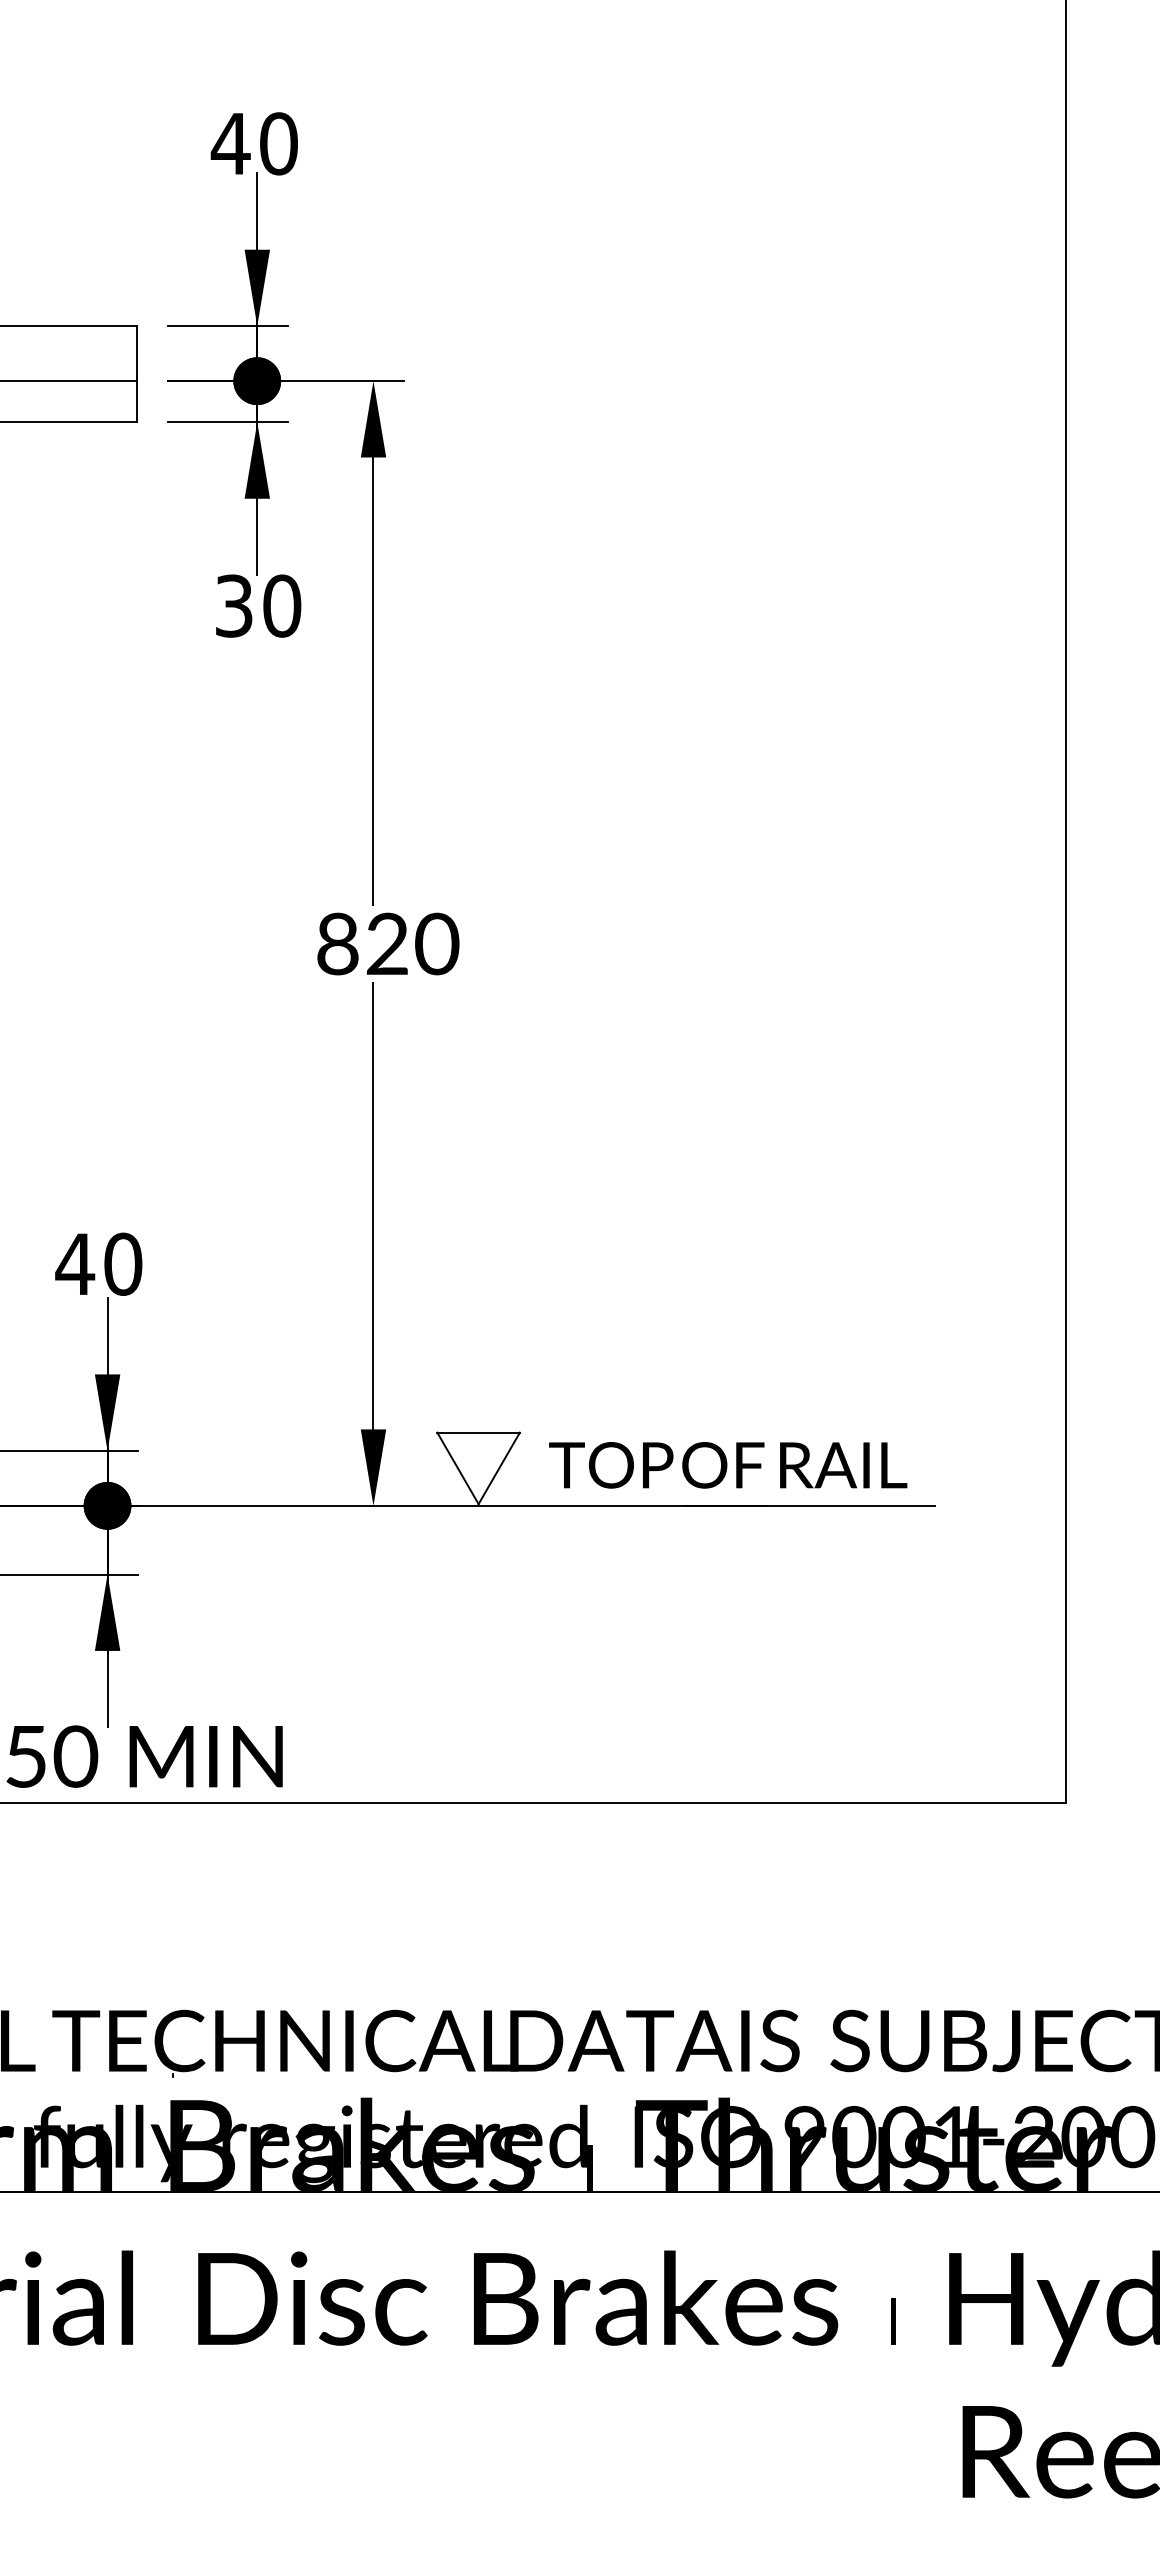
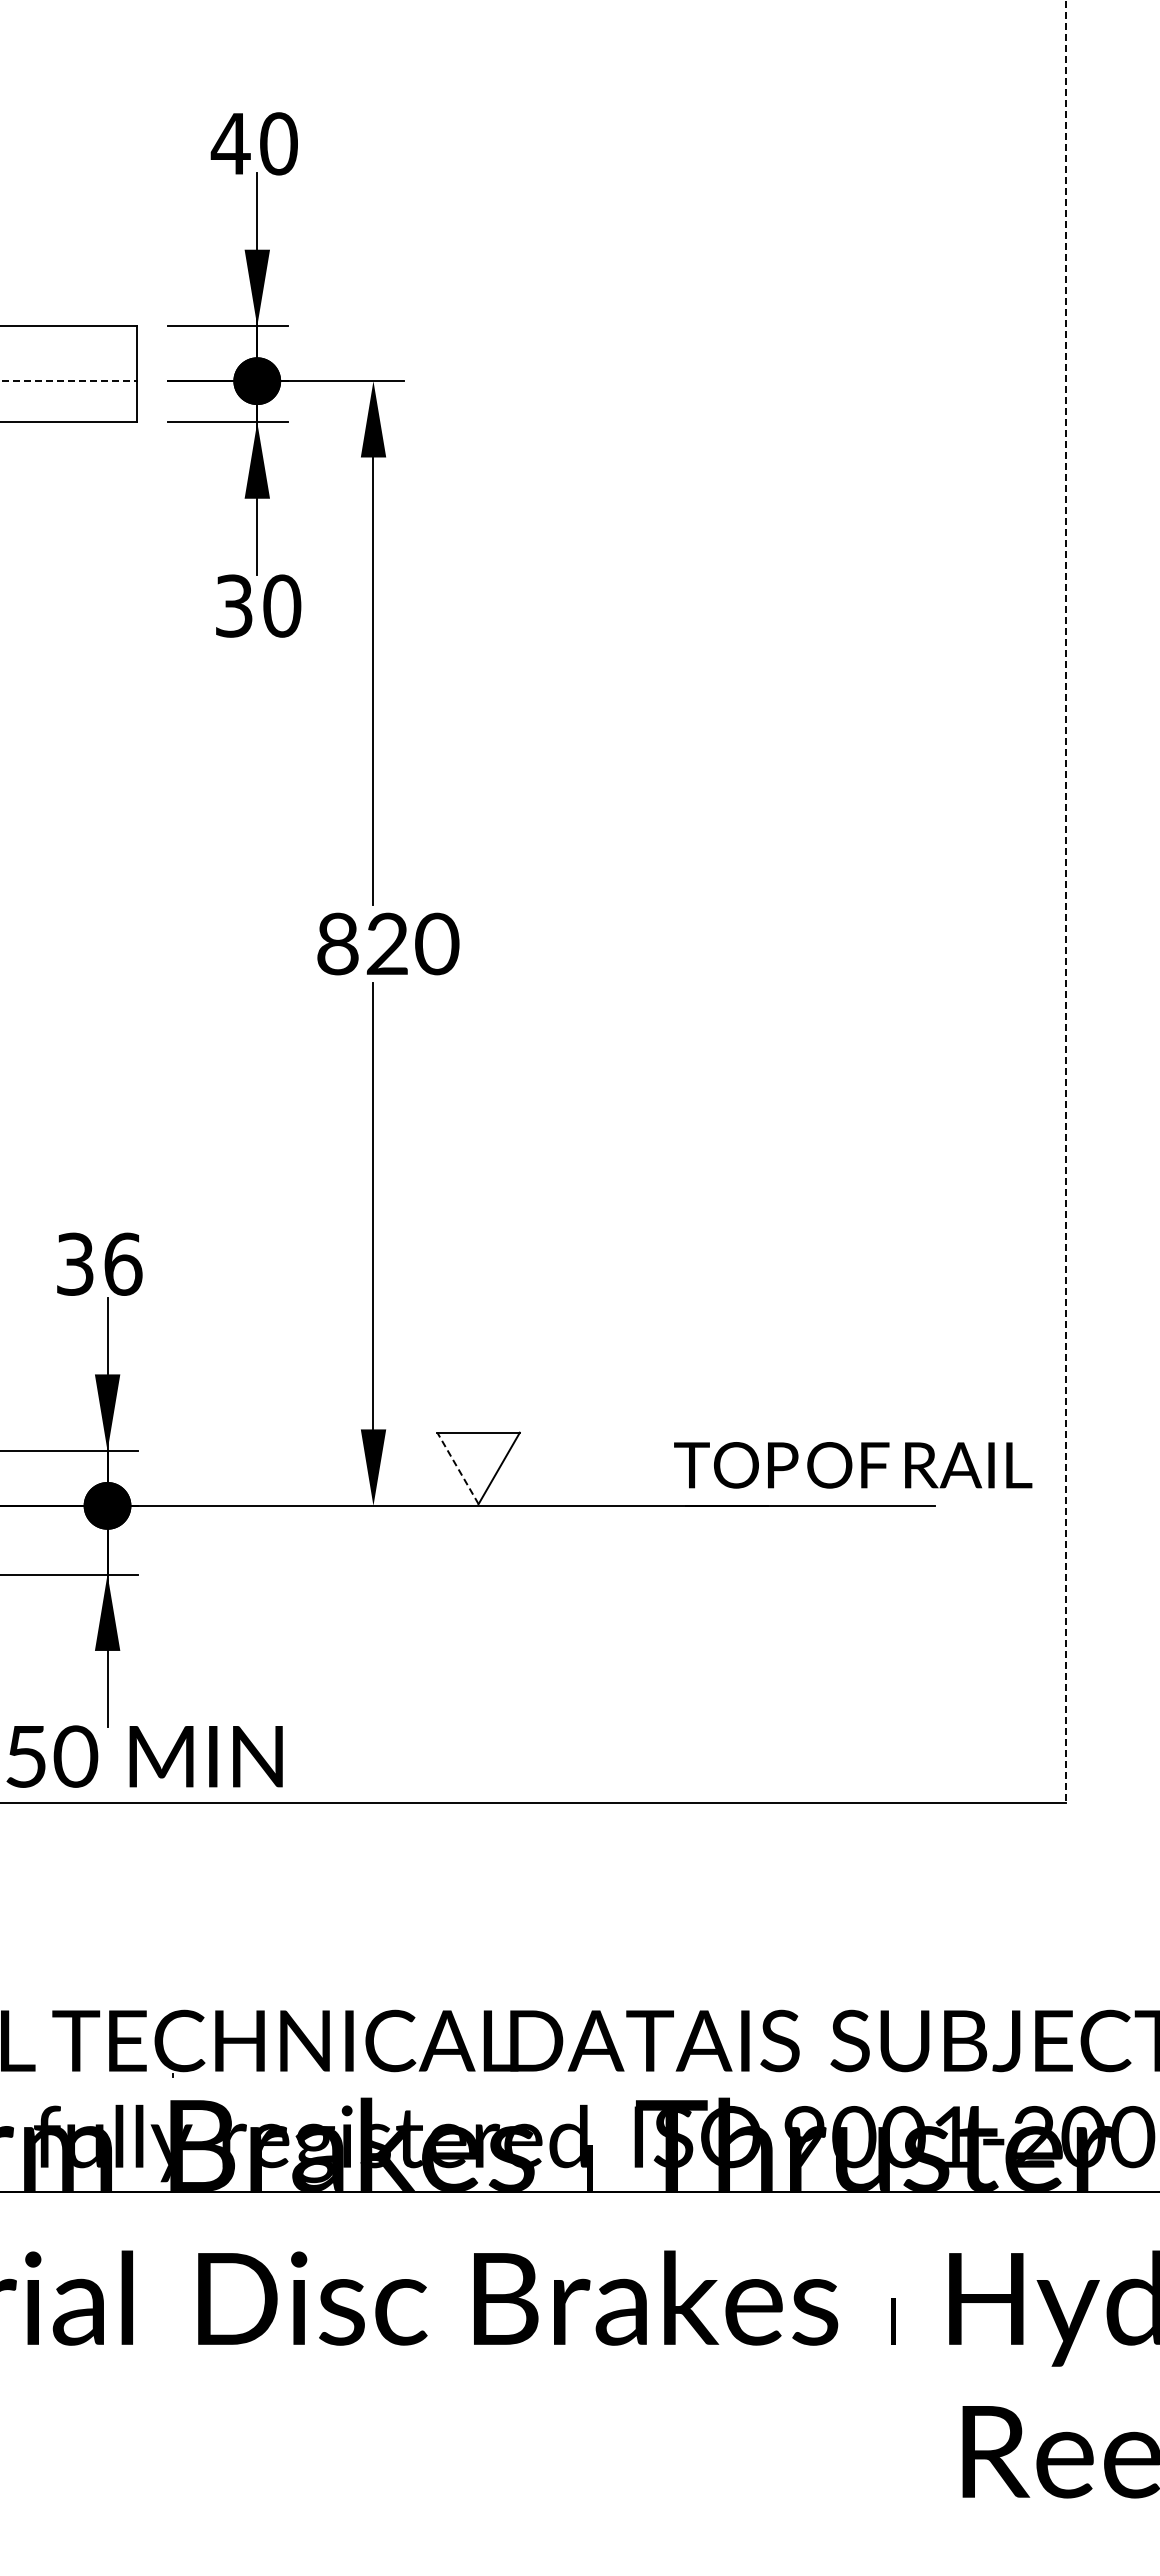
line at (69, 381): solid -> dashed
line at (1065, 901): solid -> dashed
text at (98, 1263): 40 -> 36
text at (728, 1465) position: (728, 1465) -> (853, 1465)
line at (457, 1467): solid -> dashed
